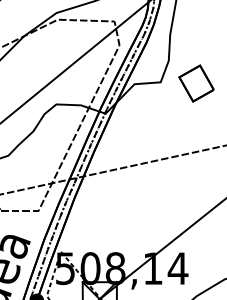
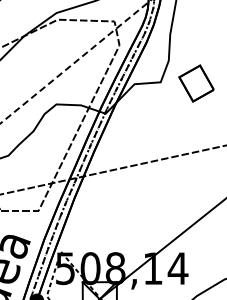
line at (75, 62): solid -> dashed
